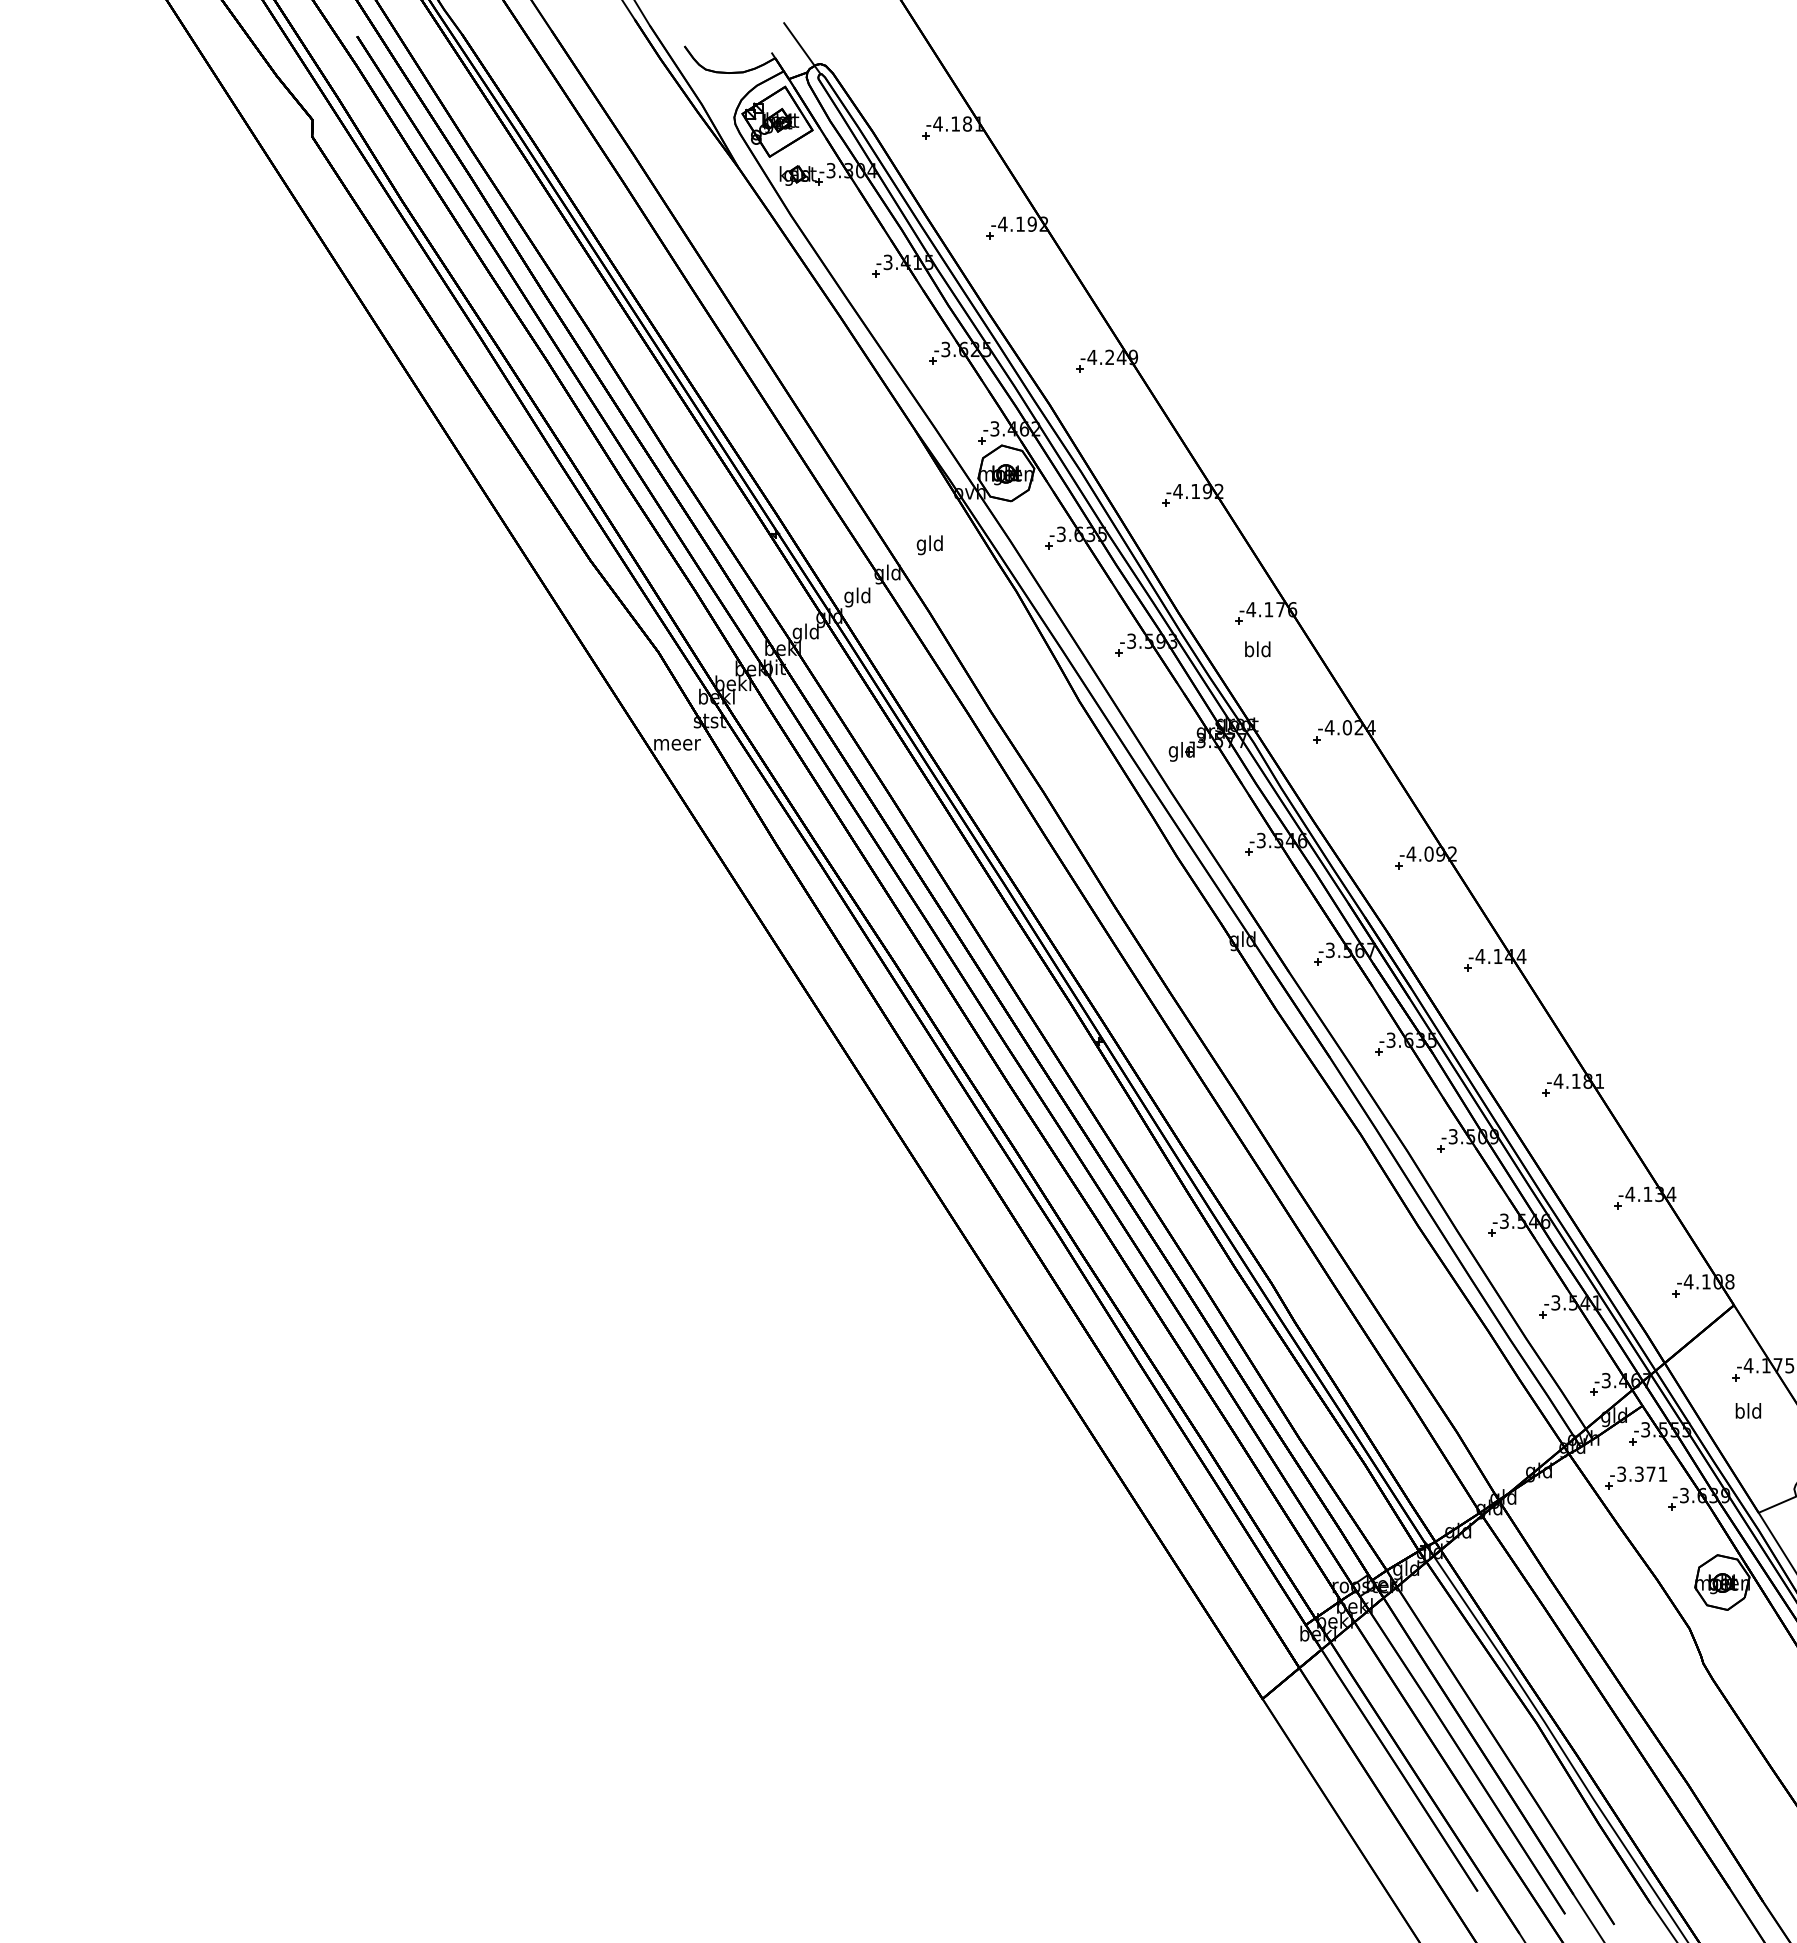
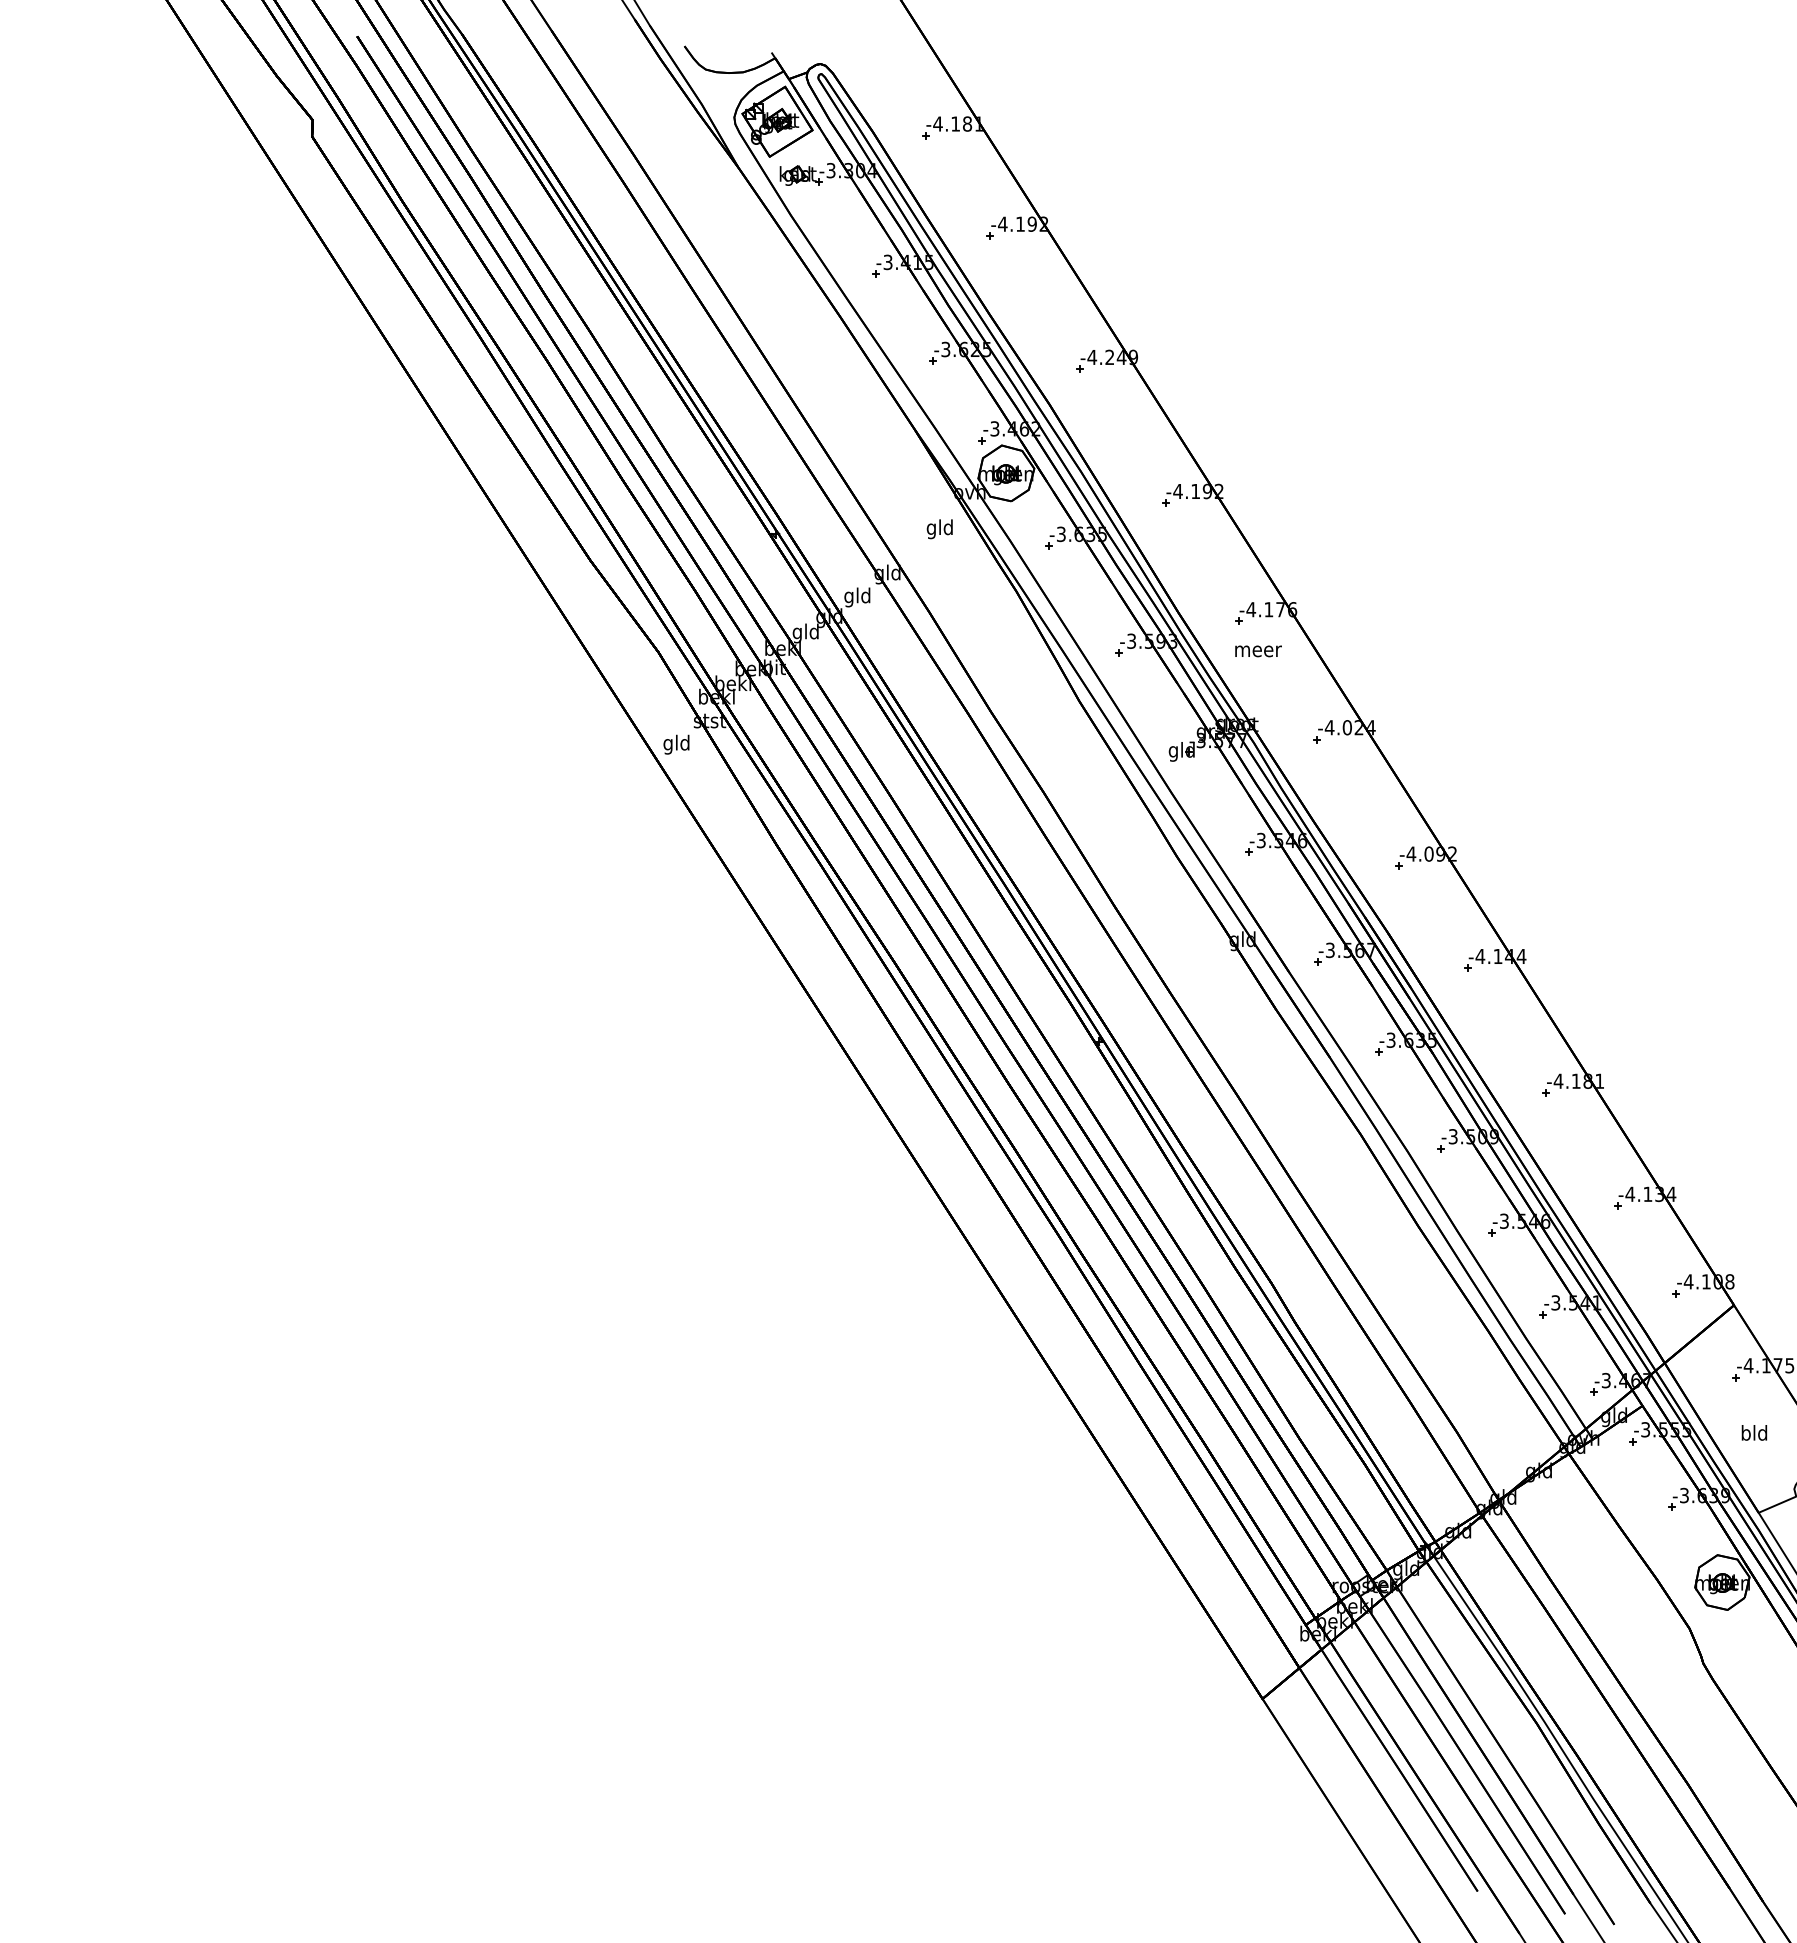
line at (802, 48): present -> none
text at (929, 545) position: (929, 545) -> (939, 529)
text at (1258, 649): bld -> meer
text at (677, 744): meer -> gld
text at (1748, 1410) position: (1748, 1410) -> (1754, 1432)
part at (1636, 1477): present -> none
